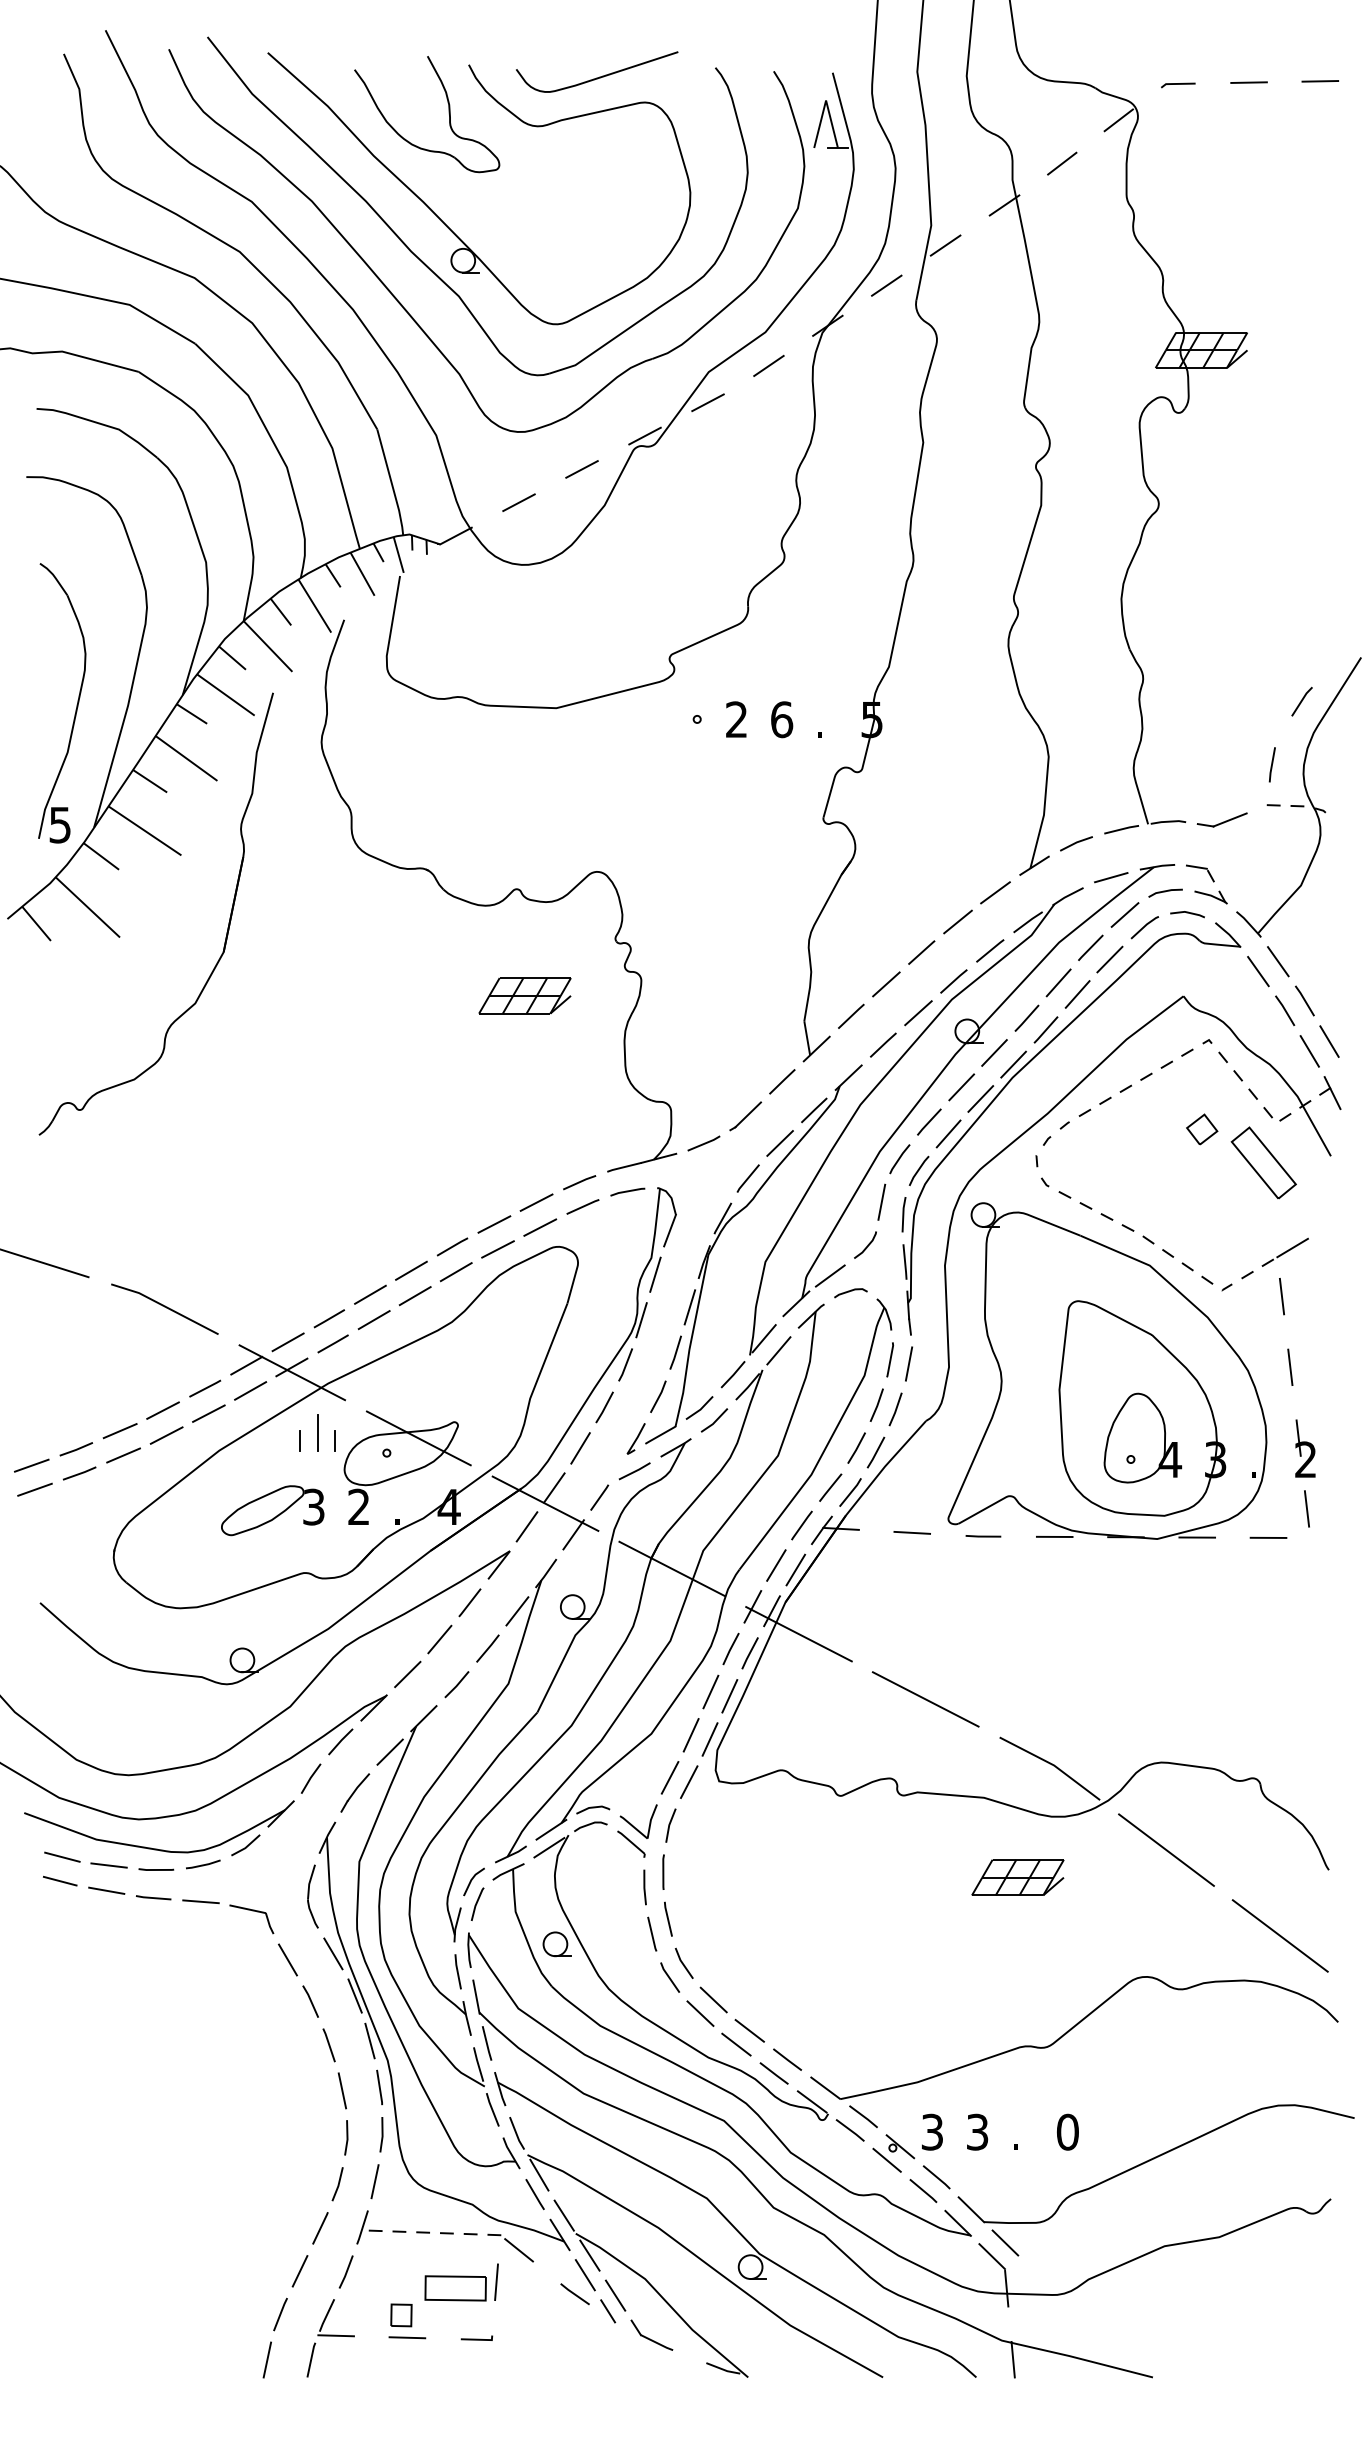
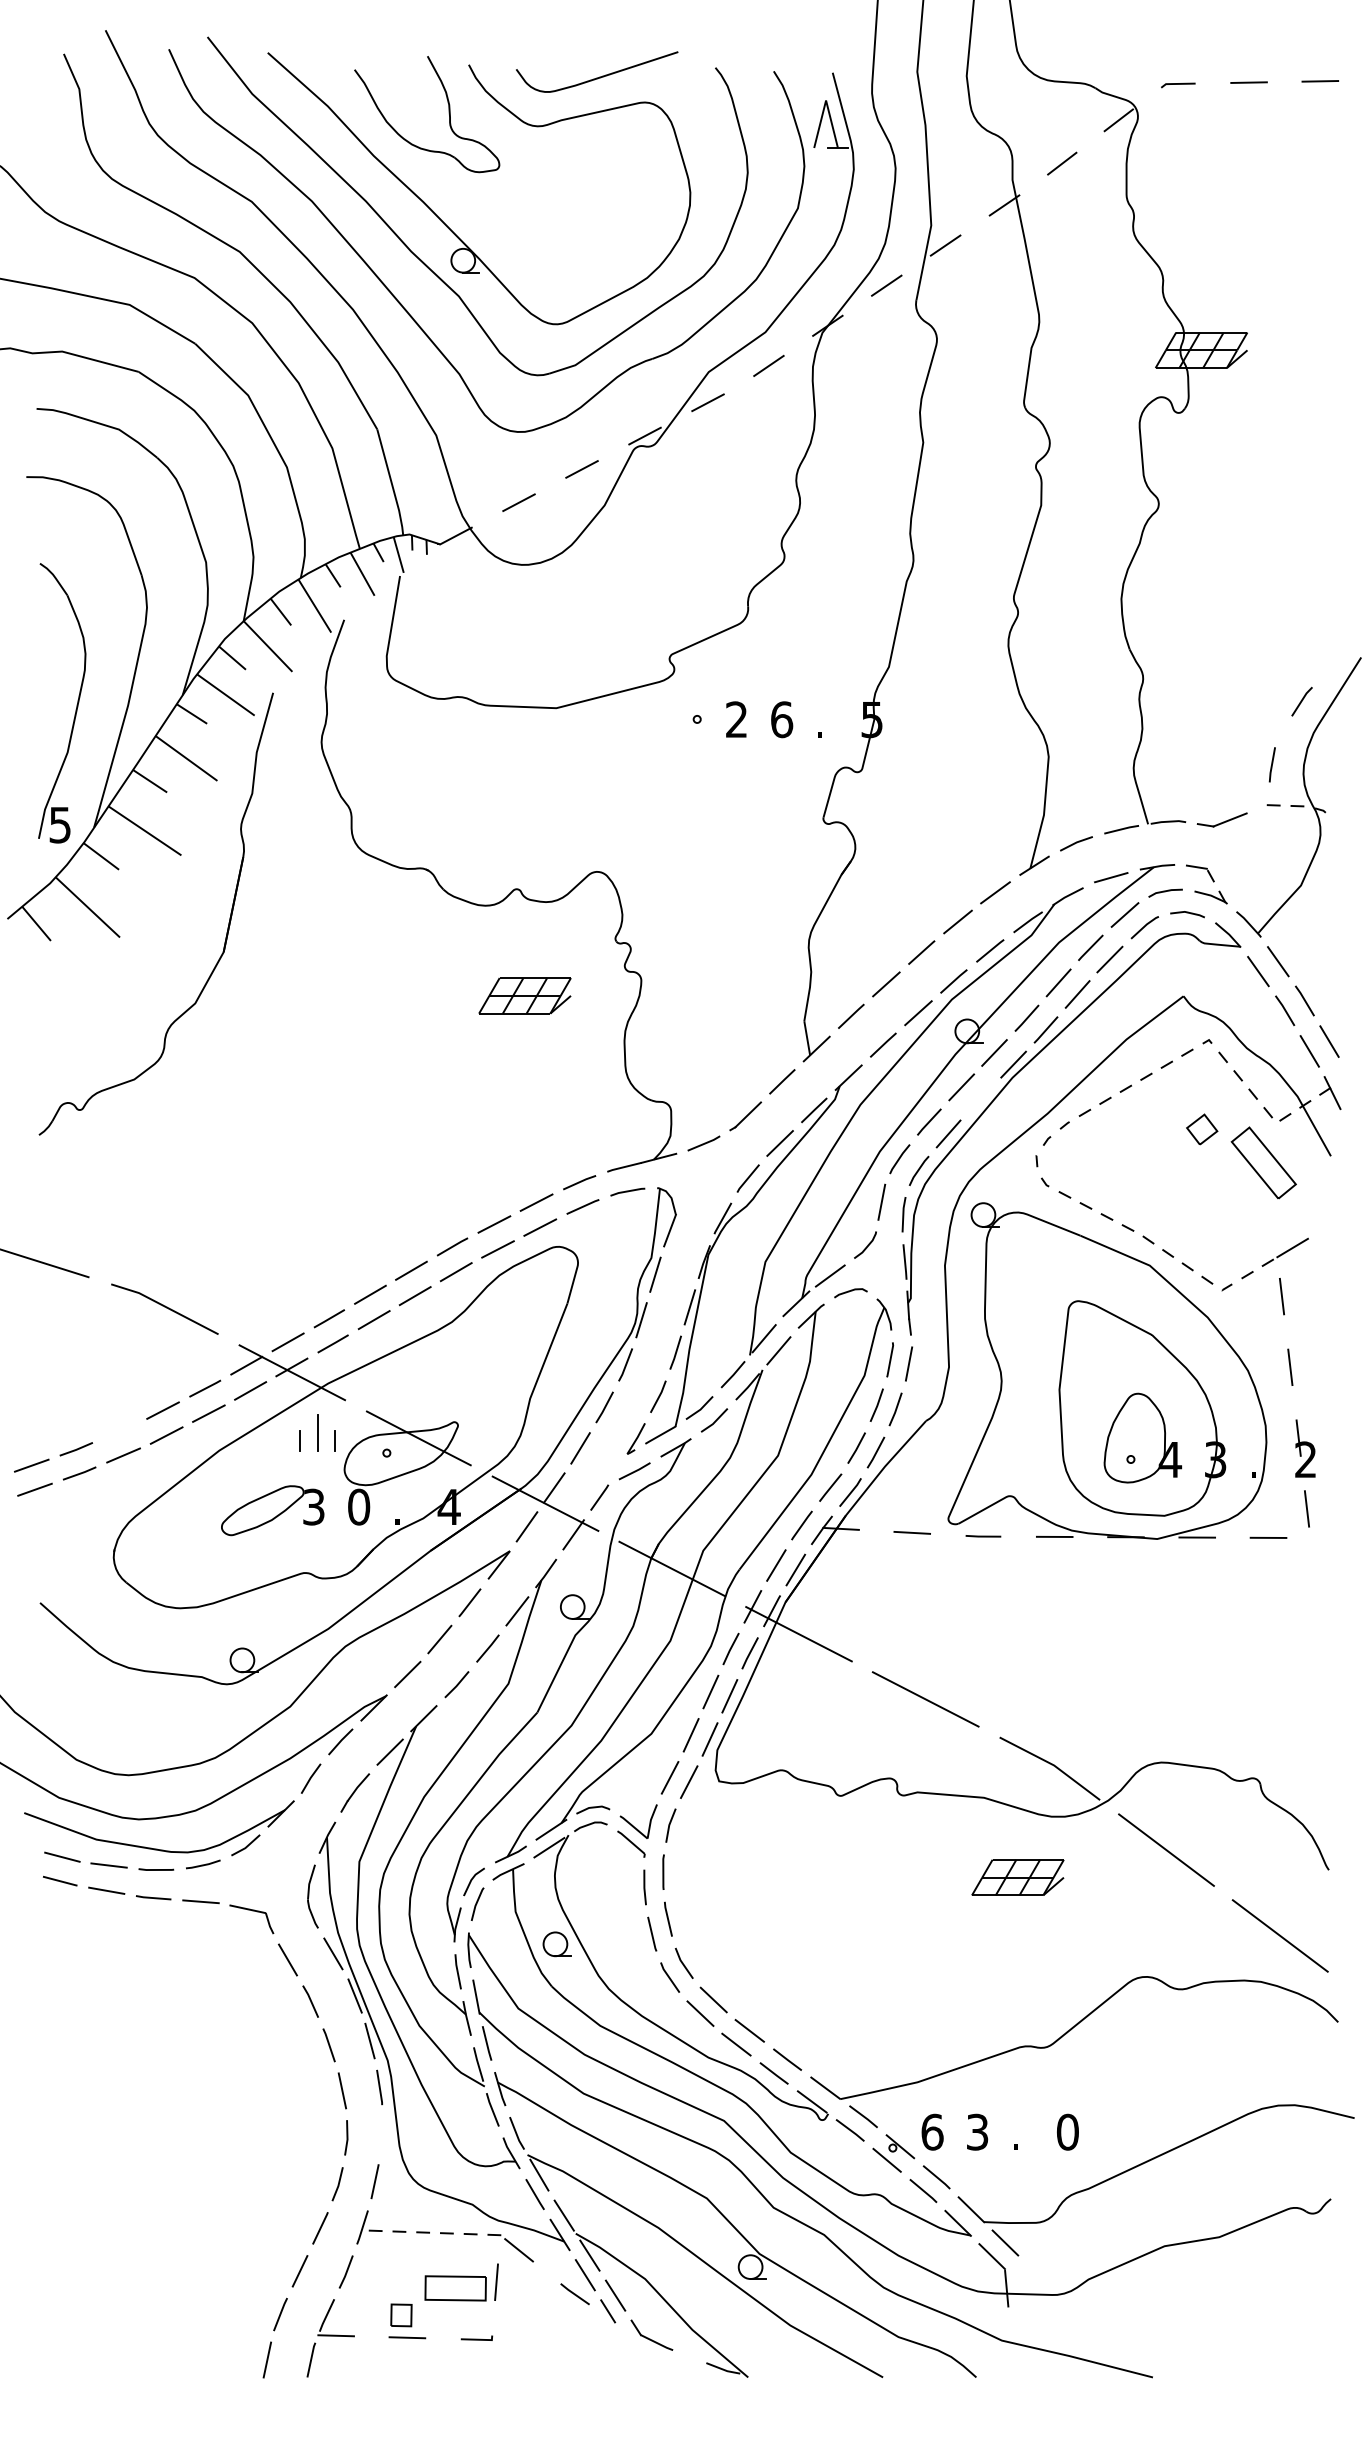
line at (980, 1098): present -> none
line at (119, 1431): present -> none
text at (359, 1506): 2 -> 0
text at (932, 2131): 3 -> 6
line at (381, 2134): present -> none
line at (1012, 2359): present -> none
